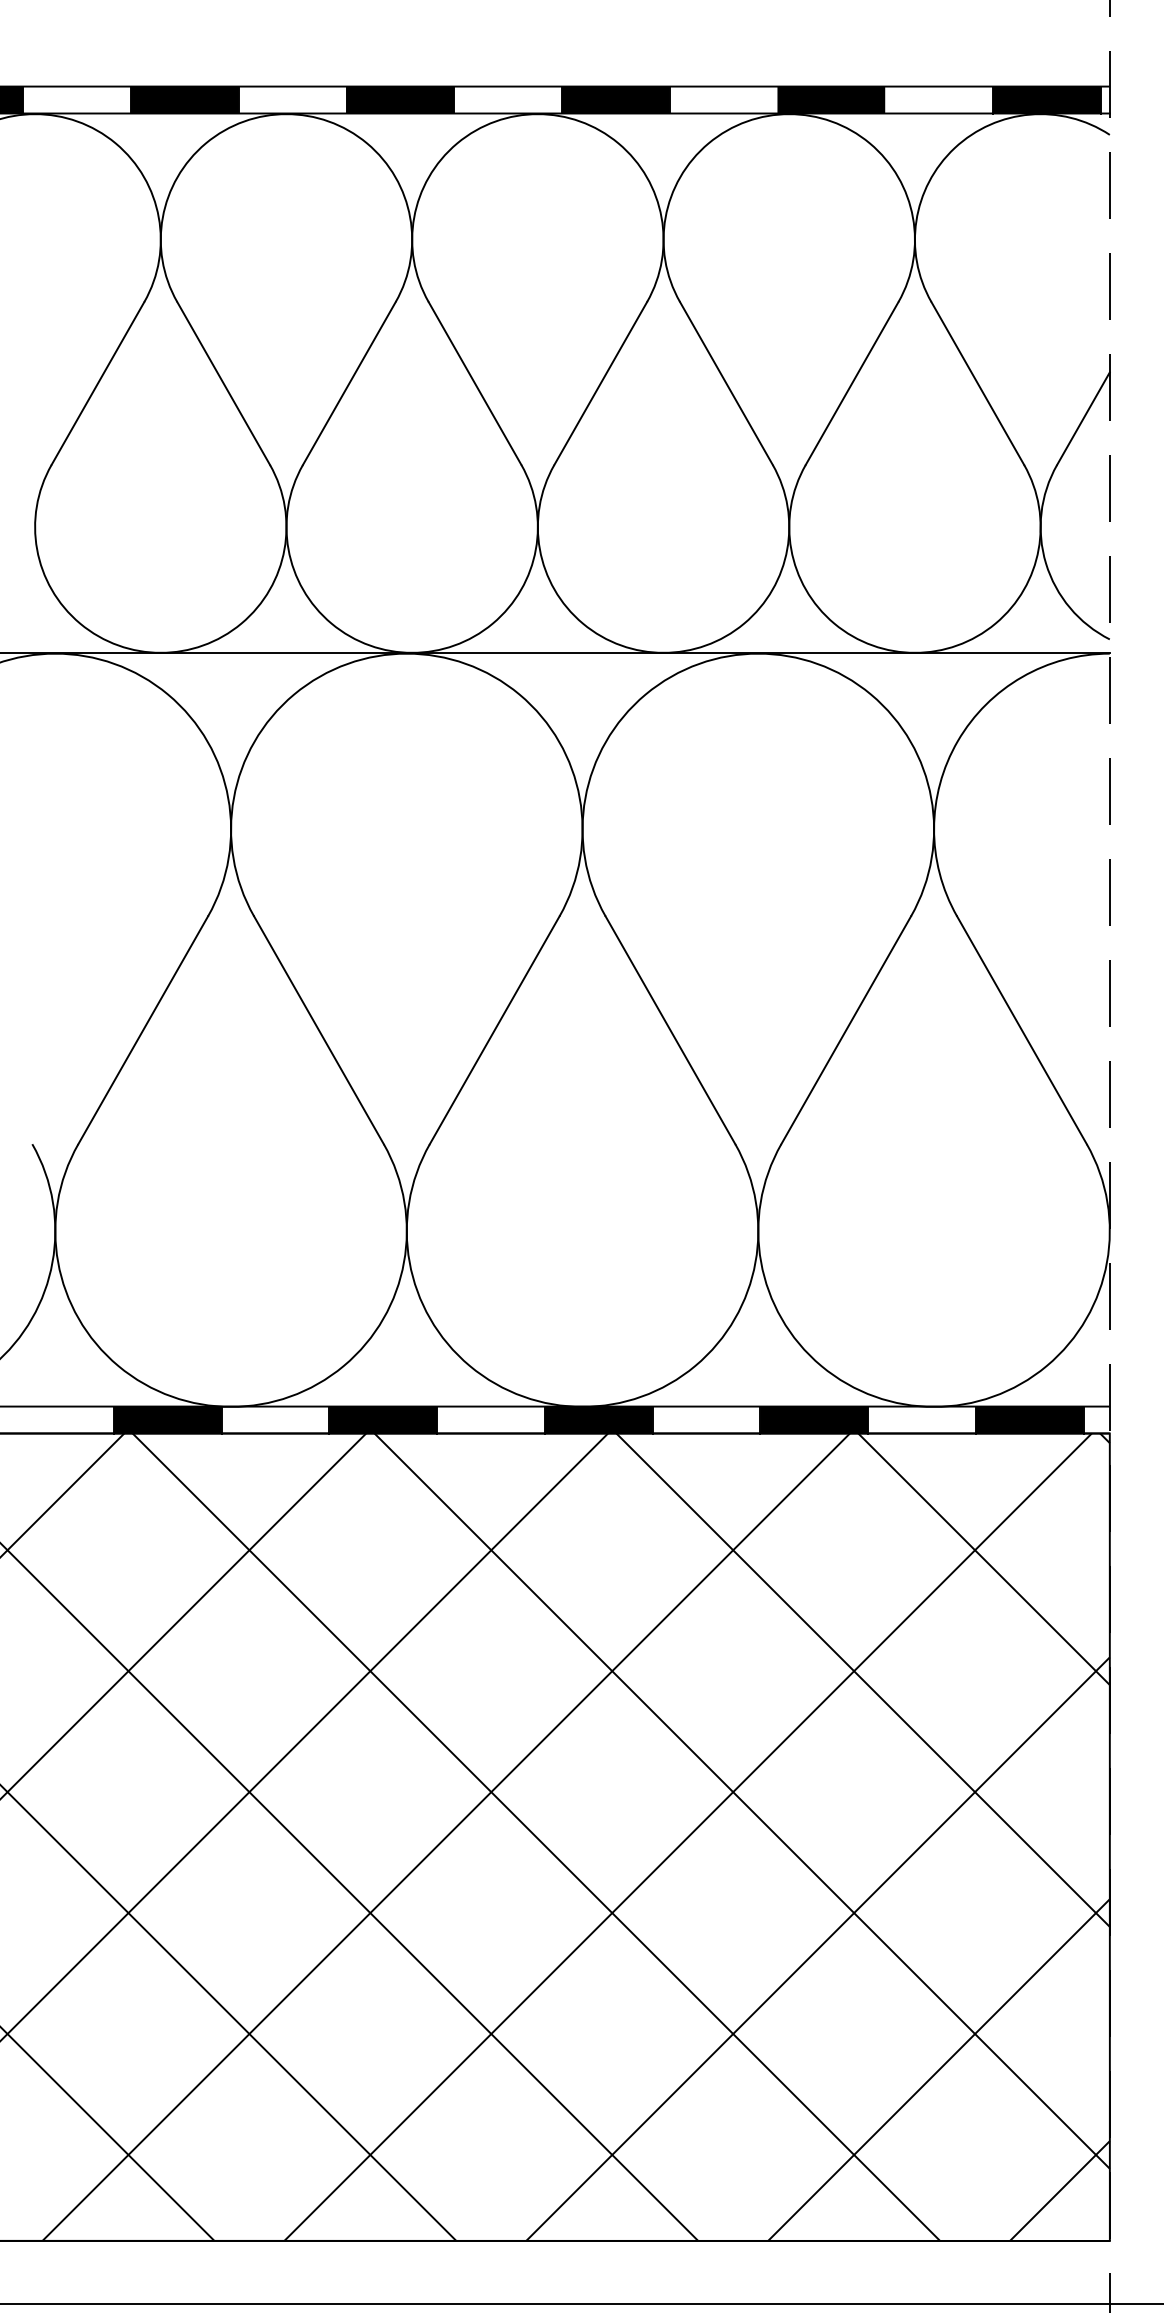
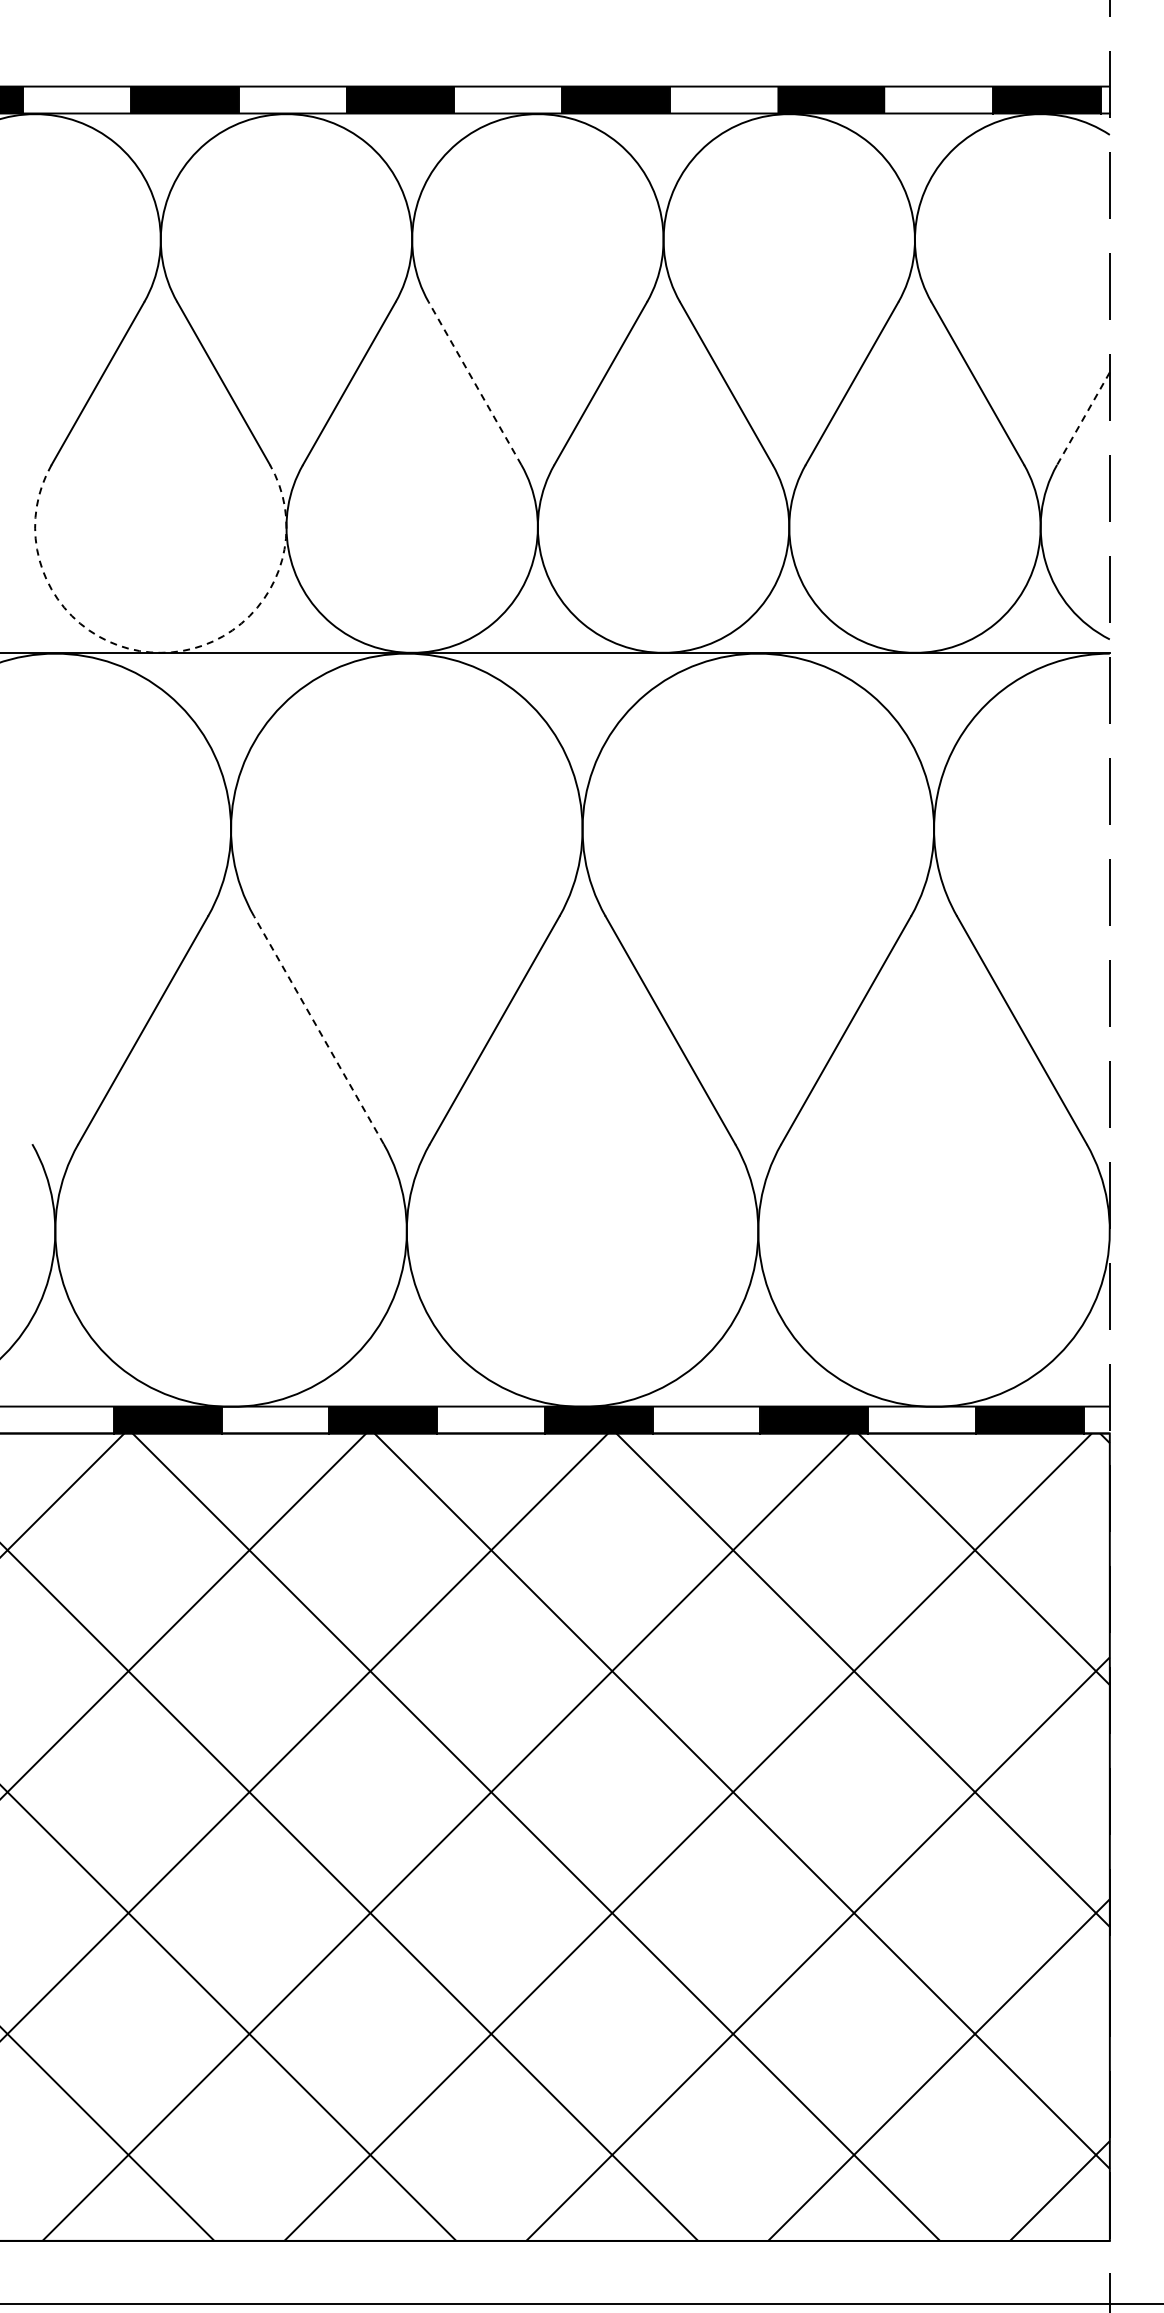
line at (475, 383): solid -> dashed
line at (1083, 419): solid -> dashed
arc at (160, 652): solid -> dashed
line at (318, 1029): solid -> dashed
